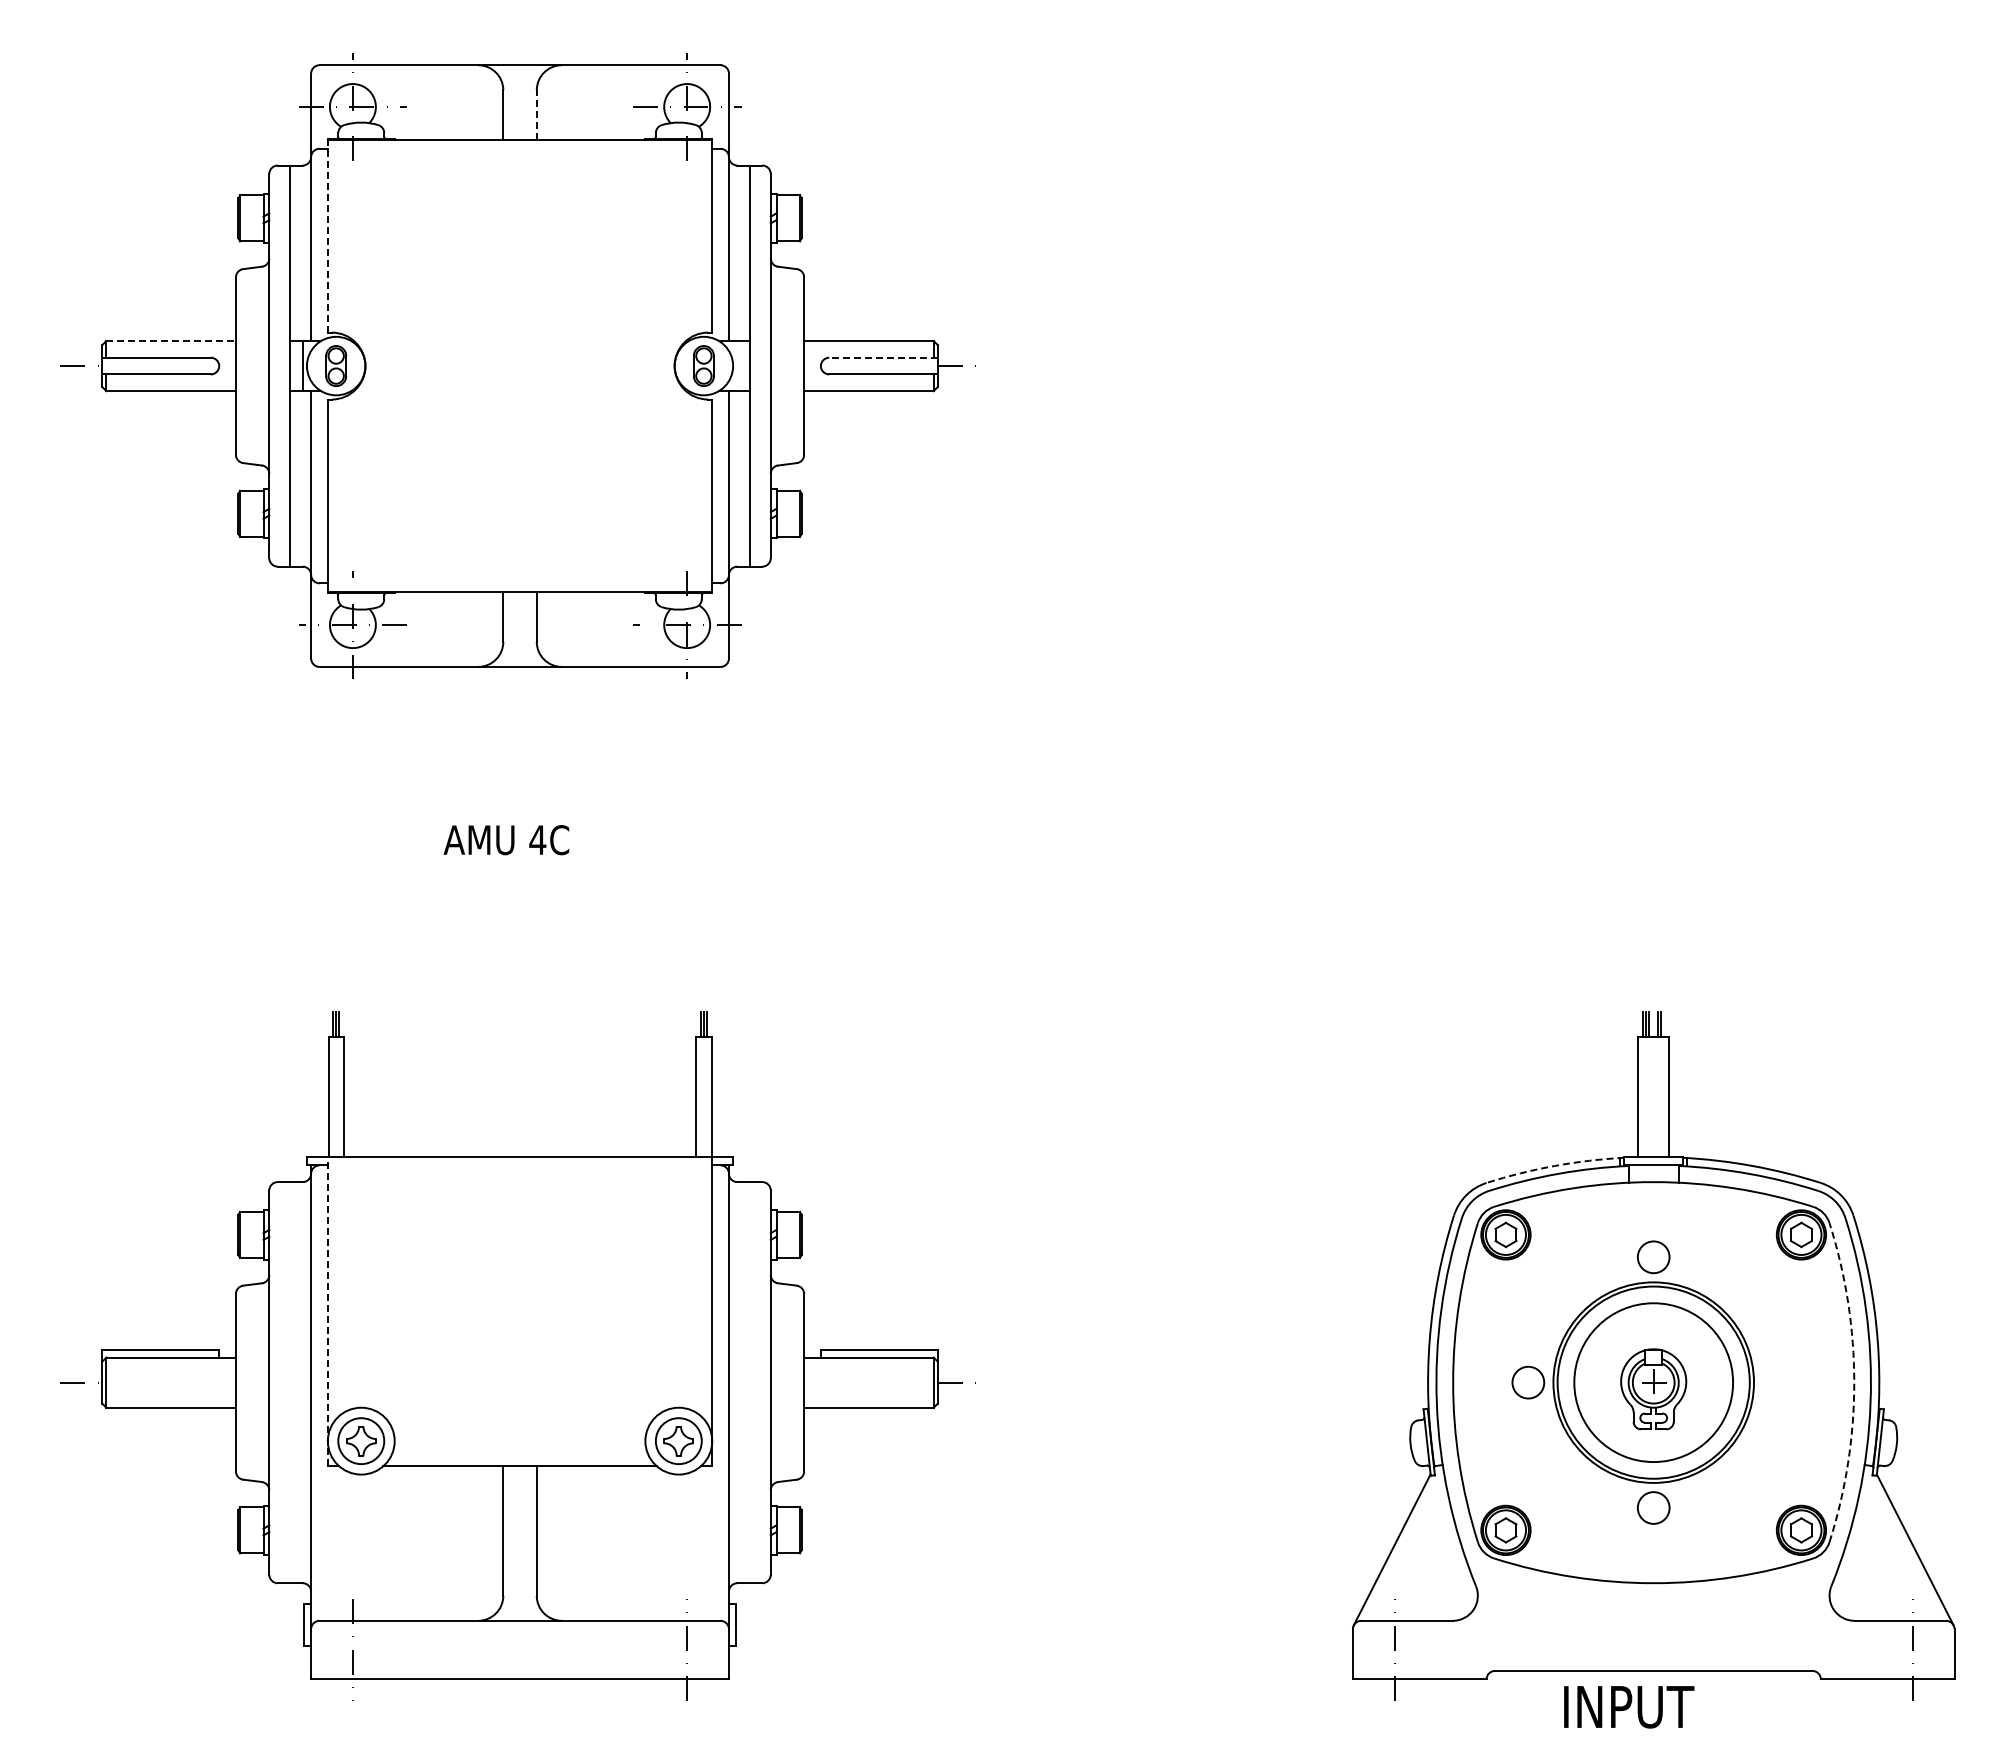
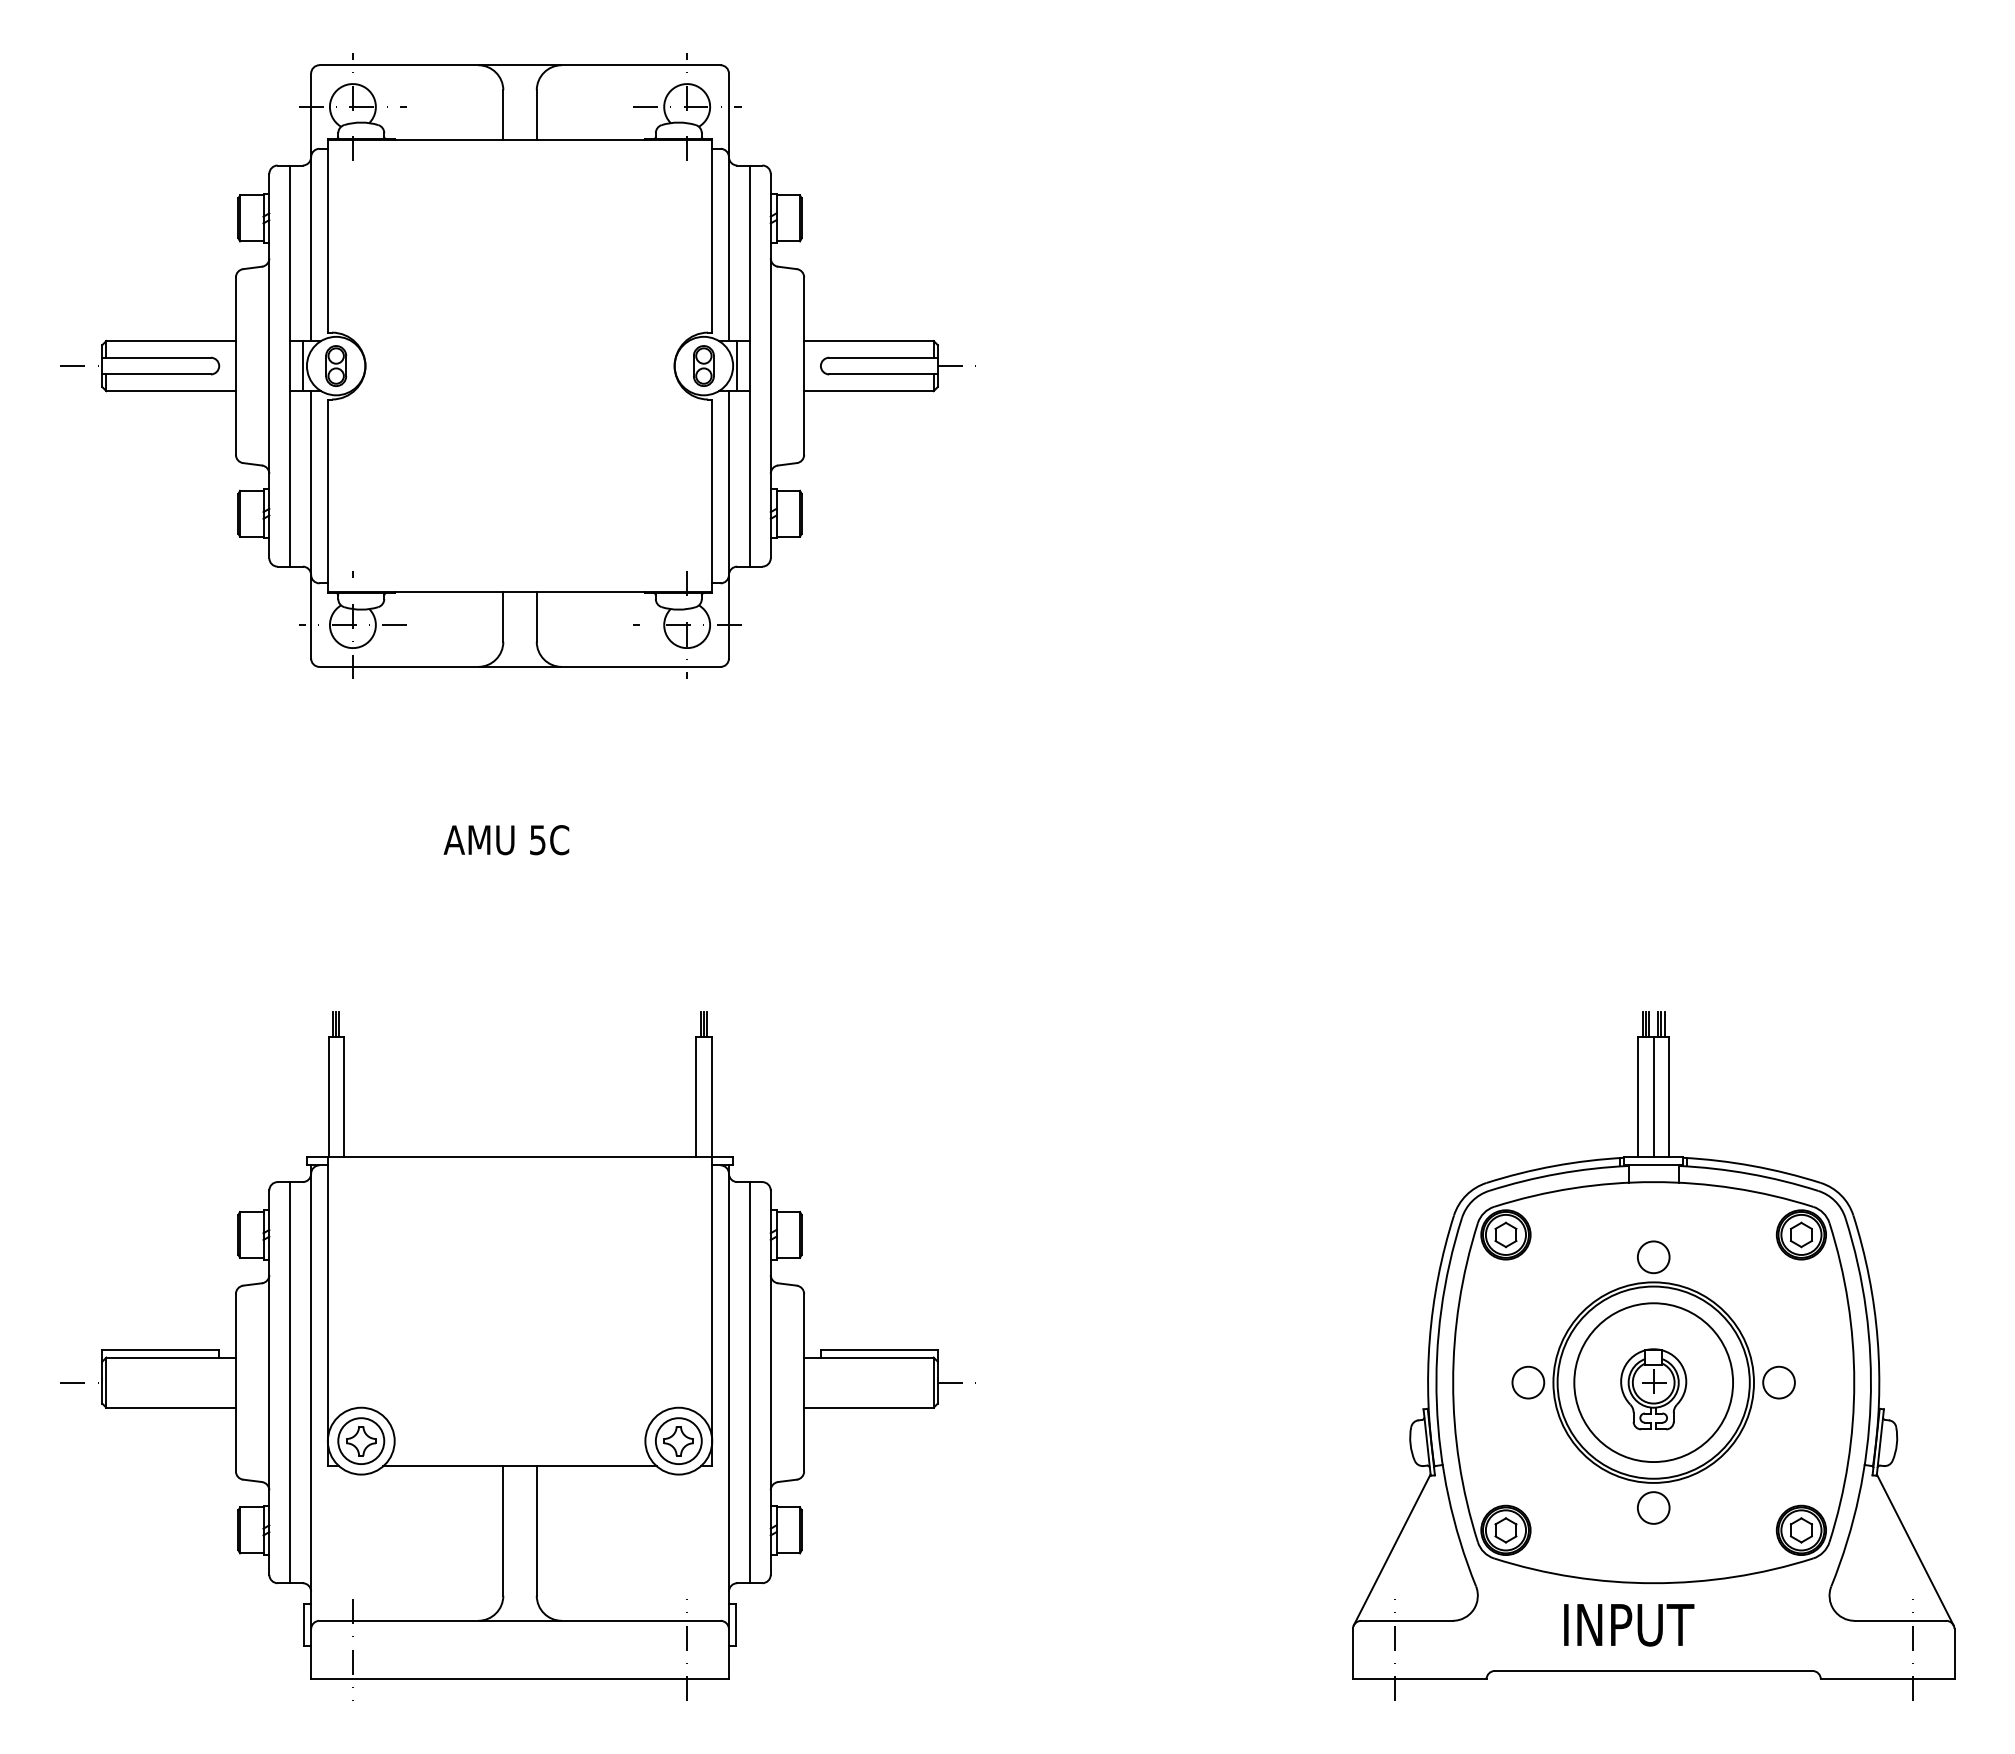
line at (536, 114): dashed -> solid
line at (327, 235): dashed -> solid
line at (171, 341): dashed -> solid
line at (883, 357): dashed -> solid
line at (737, 366): none -> present
text at (537, 840): 4C -> 5C
line at (1664, 1023): none -> present
line at (1653, 1096): none -> present
arc at (1554, 1165): dashed -> solid
line at (327, 1311): dashed -> solid
line at (290, 1382): none -> present
line at (749, 1382): none -> present
circle at (1778, 1382): none -> present
arc at (1854, 1382): dashed -> solid
text at (1629, 1707) position: (1629, 1707) -> (1629, 1625)
